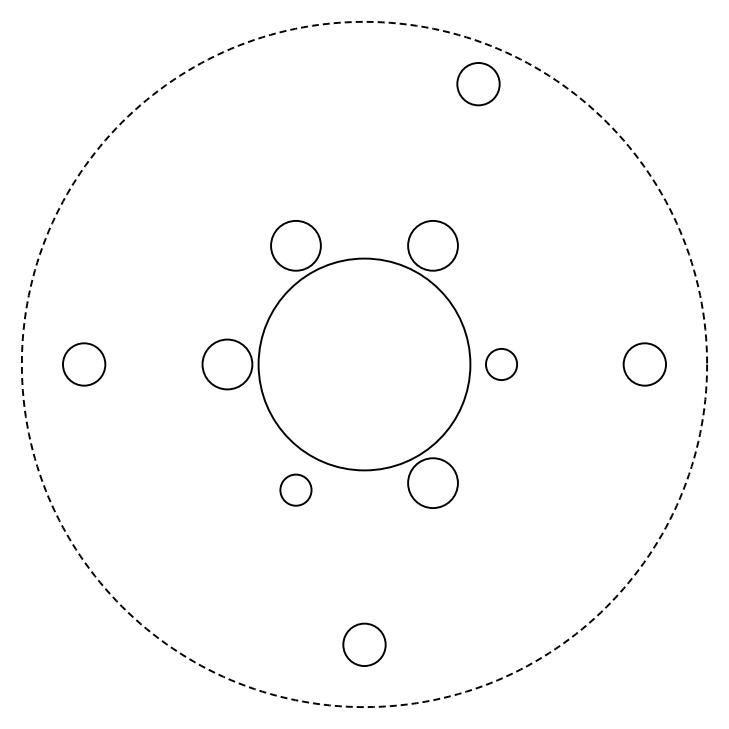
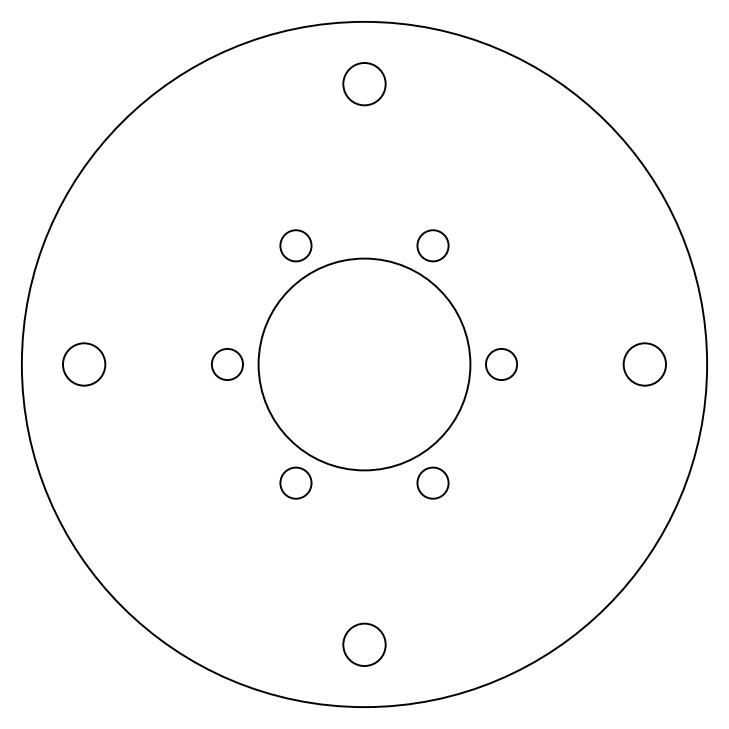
circle at (478, 84) position: (478, 84) -> (364, 84)
circle at (295, 245) diameter: 50 px -> 31 px
circle at (432, 245) diameter: 50 px -> 31 px
circle at (227, 364) diameter: 50 px -> 31 px
circle at (364, 364): dashed -> solid
circle at (432, 483) diameter: 50 px -> 31 px
circle at (295, 489) position: (295, 489) -> (295, 482)
